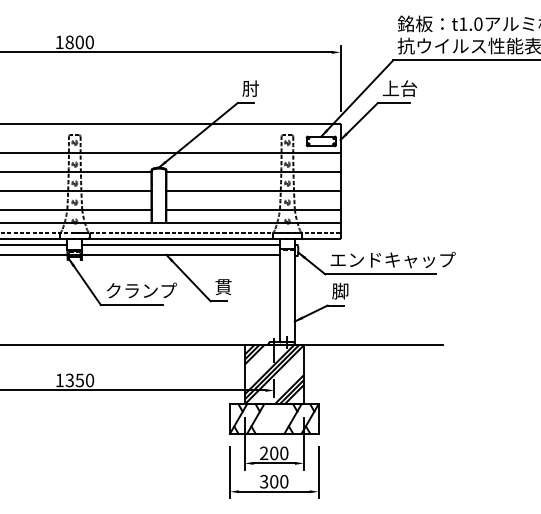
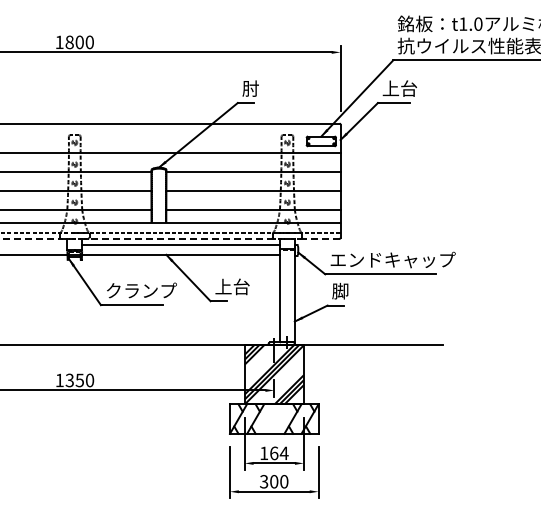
line at (169, 238): solid -> dashed
line at (34, 245): present -> none
text at (232, 286): 貫 -> 上台
text at (274, 453): 200 -> 164
